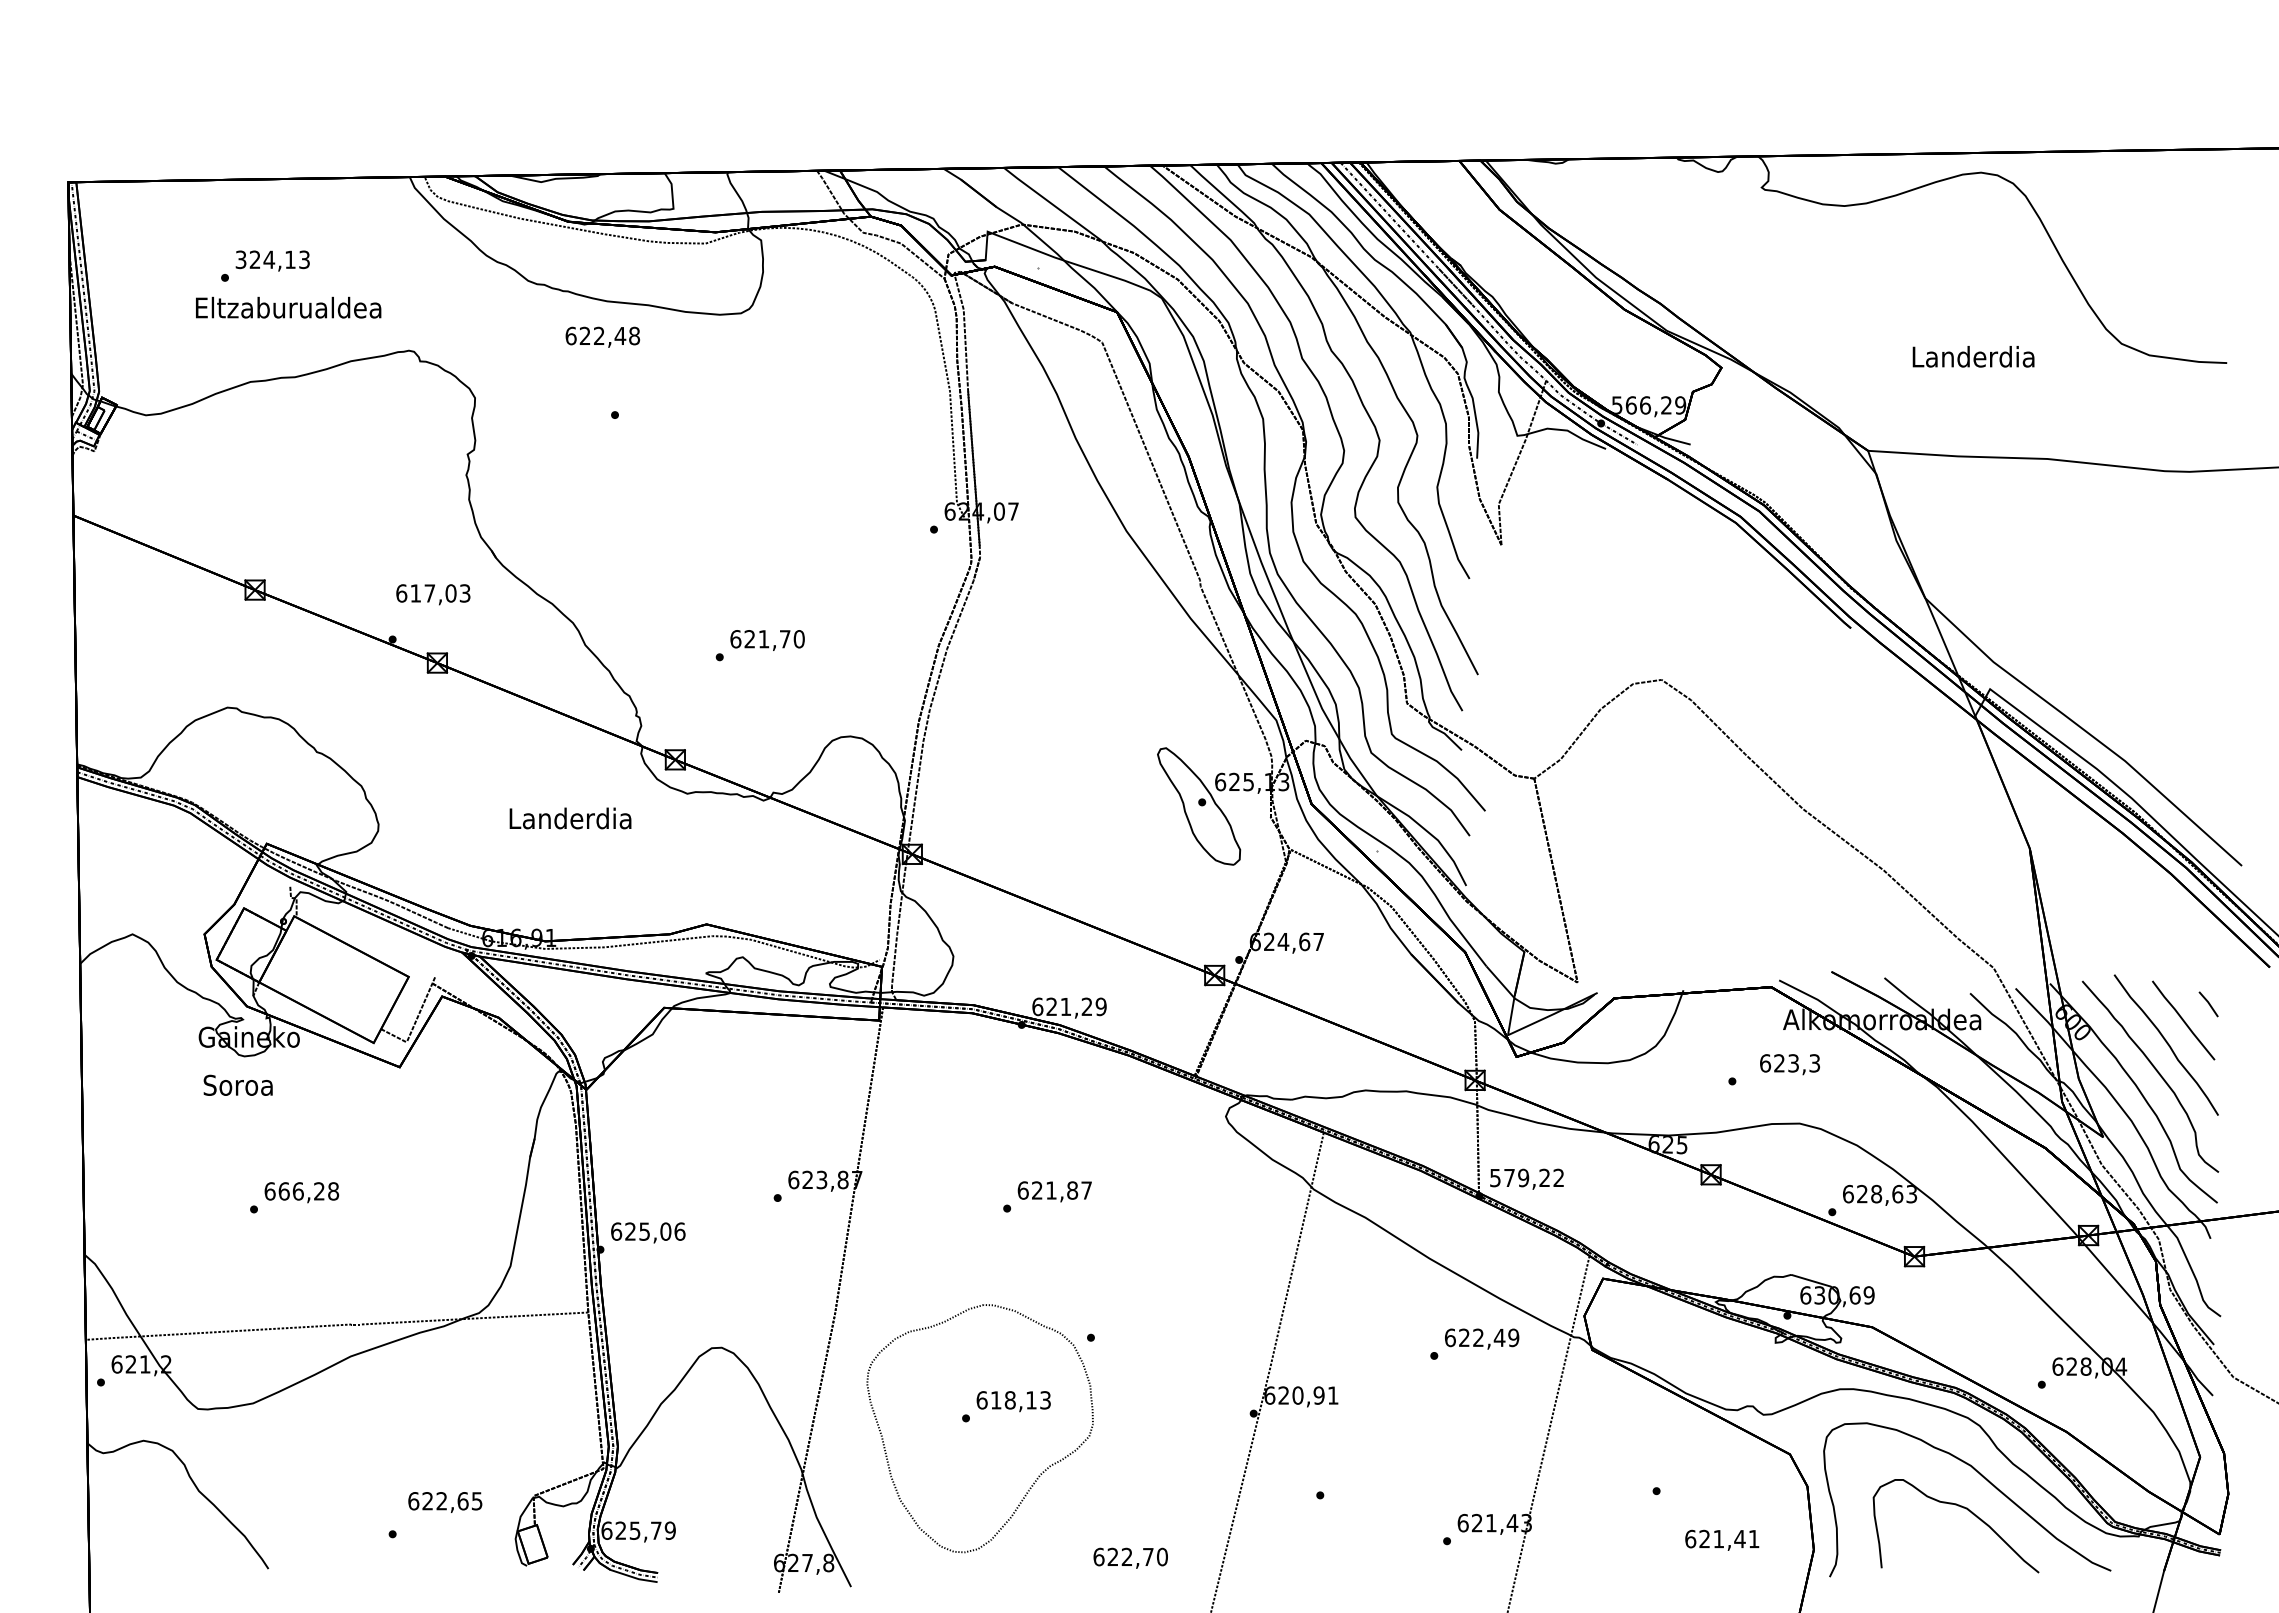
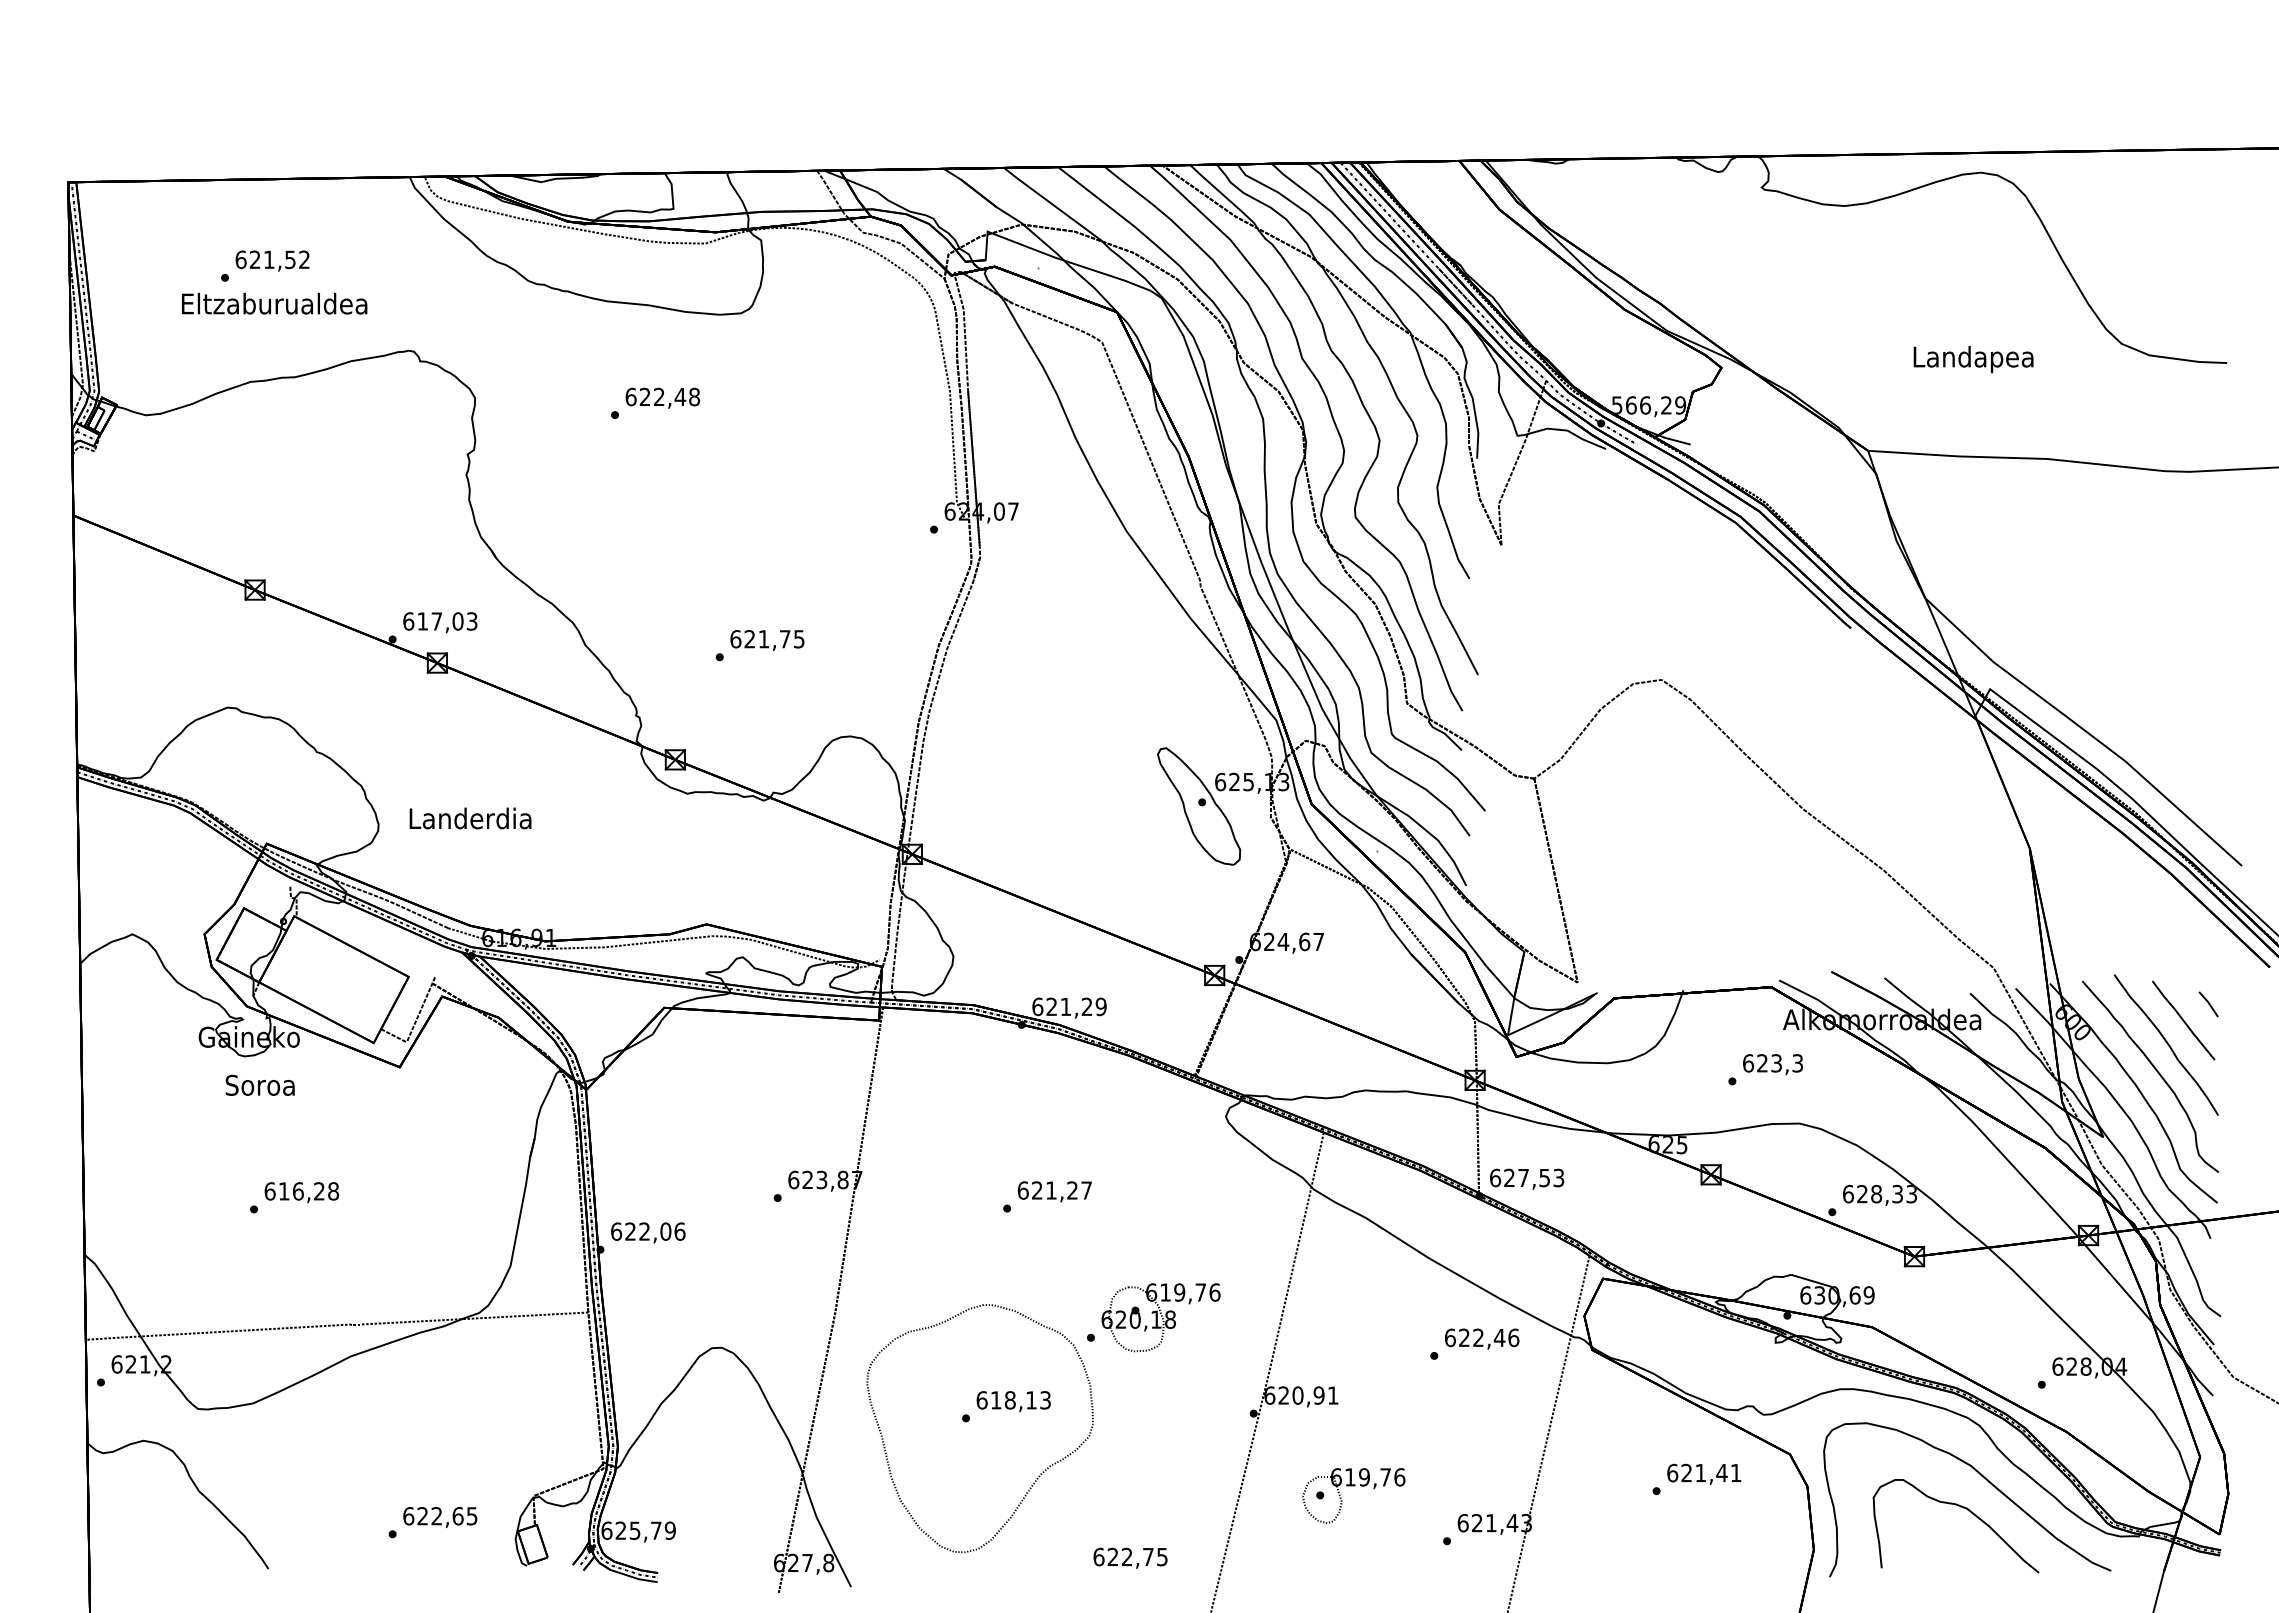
text at (272, 259): 324,13 -> 621,52
text at (288, 307) position: (288, 307) -> (274, 303)
text at (602, 336) position: (602, 336) -> (662, 397)
text at (1973, 359): Landerdia -> Landapea
text at (433, 594) position: (433, 594) -> (440, 622)
text at (798, 639): 621,70 -> 621,75
text at (570, 818) position: (570, 818) -> (470, 818)
text at (1789, 1064) position: (1789, 1064) -> (1772, 1064)
text at (237, 1084) position: (237, 1084) -> (259, 1084)
text at (1527, 1177): 579,22 -> 627,53
text at (1072, 1190): 621,87 -> 621,27
text at (283, 1191): 666,28 -> 616,28
text at (1897, 1193): 628,63 -> 628,33
text at (644, 1231): 625,06 -> 622,06
part at (1160, 1317): none -> present
text at (1513, 1337): 622,49 -> 622,46
part at (1353, 1486): none -> present
text at (445, 1502) position: (445, 1502) -> (440, 1517)
text at (1722, 1539) position: (1722, 1539) -> (1704, 1473)
text at (1162, 1556): 622,70 -> 622,75
